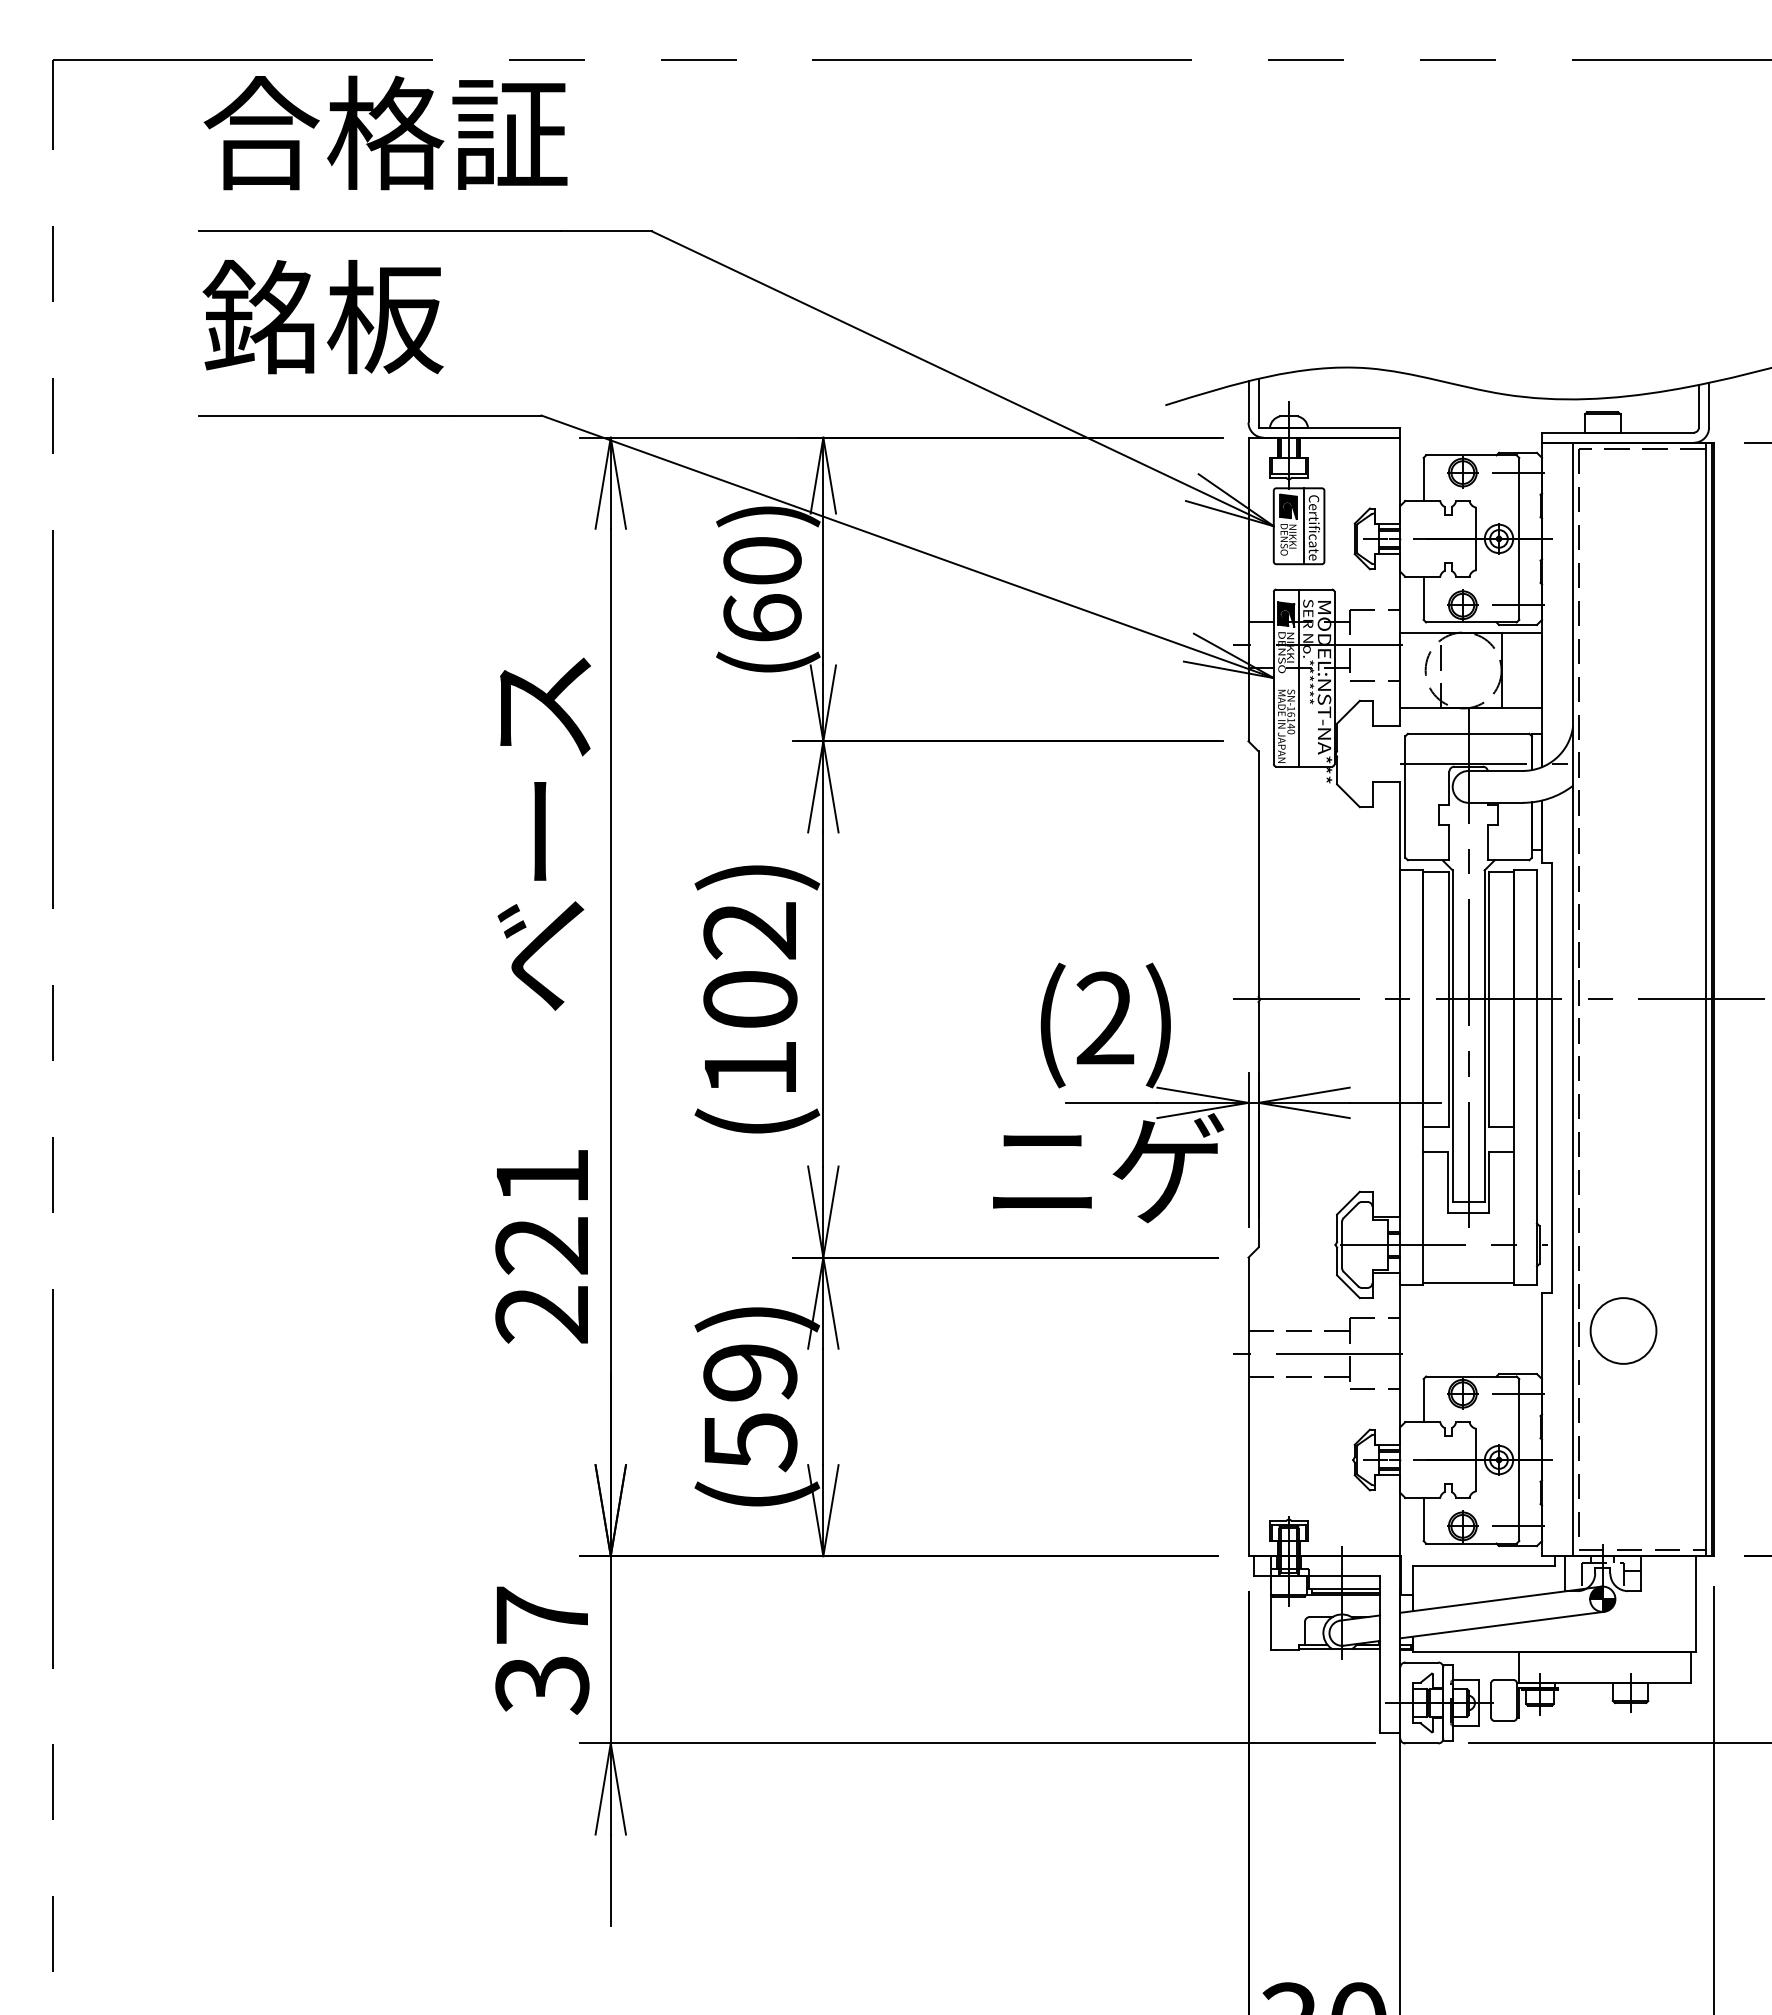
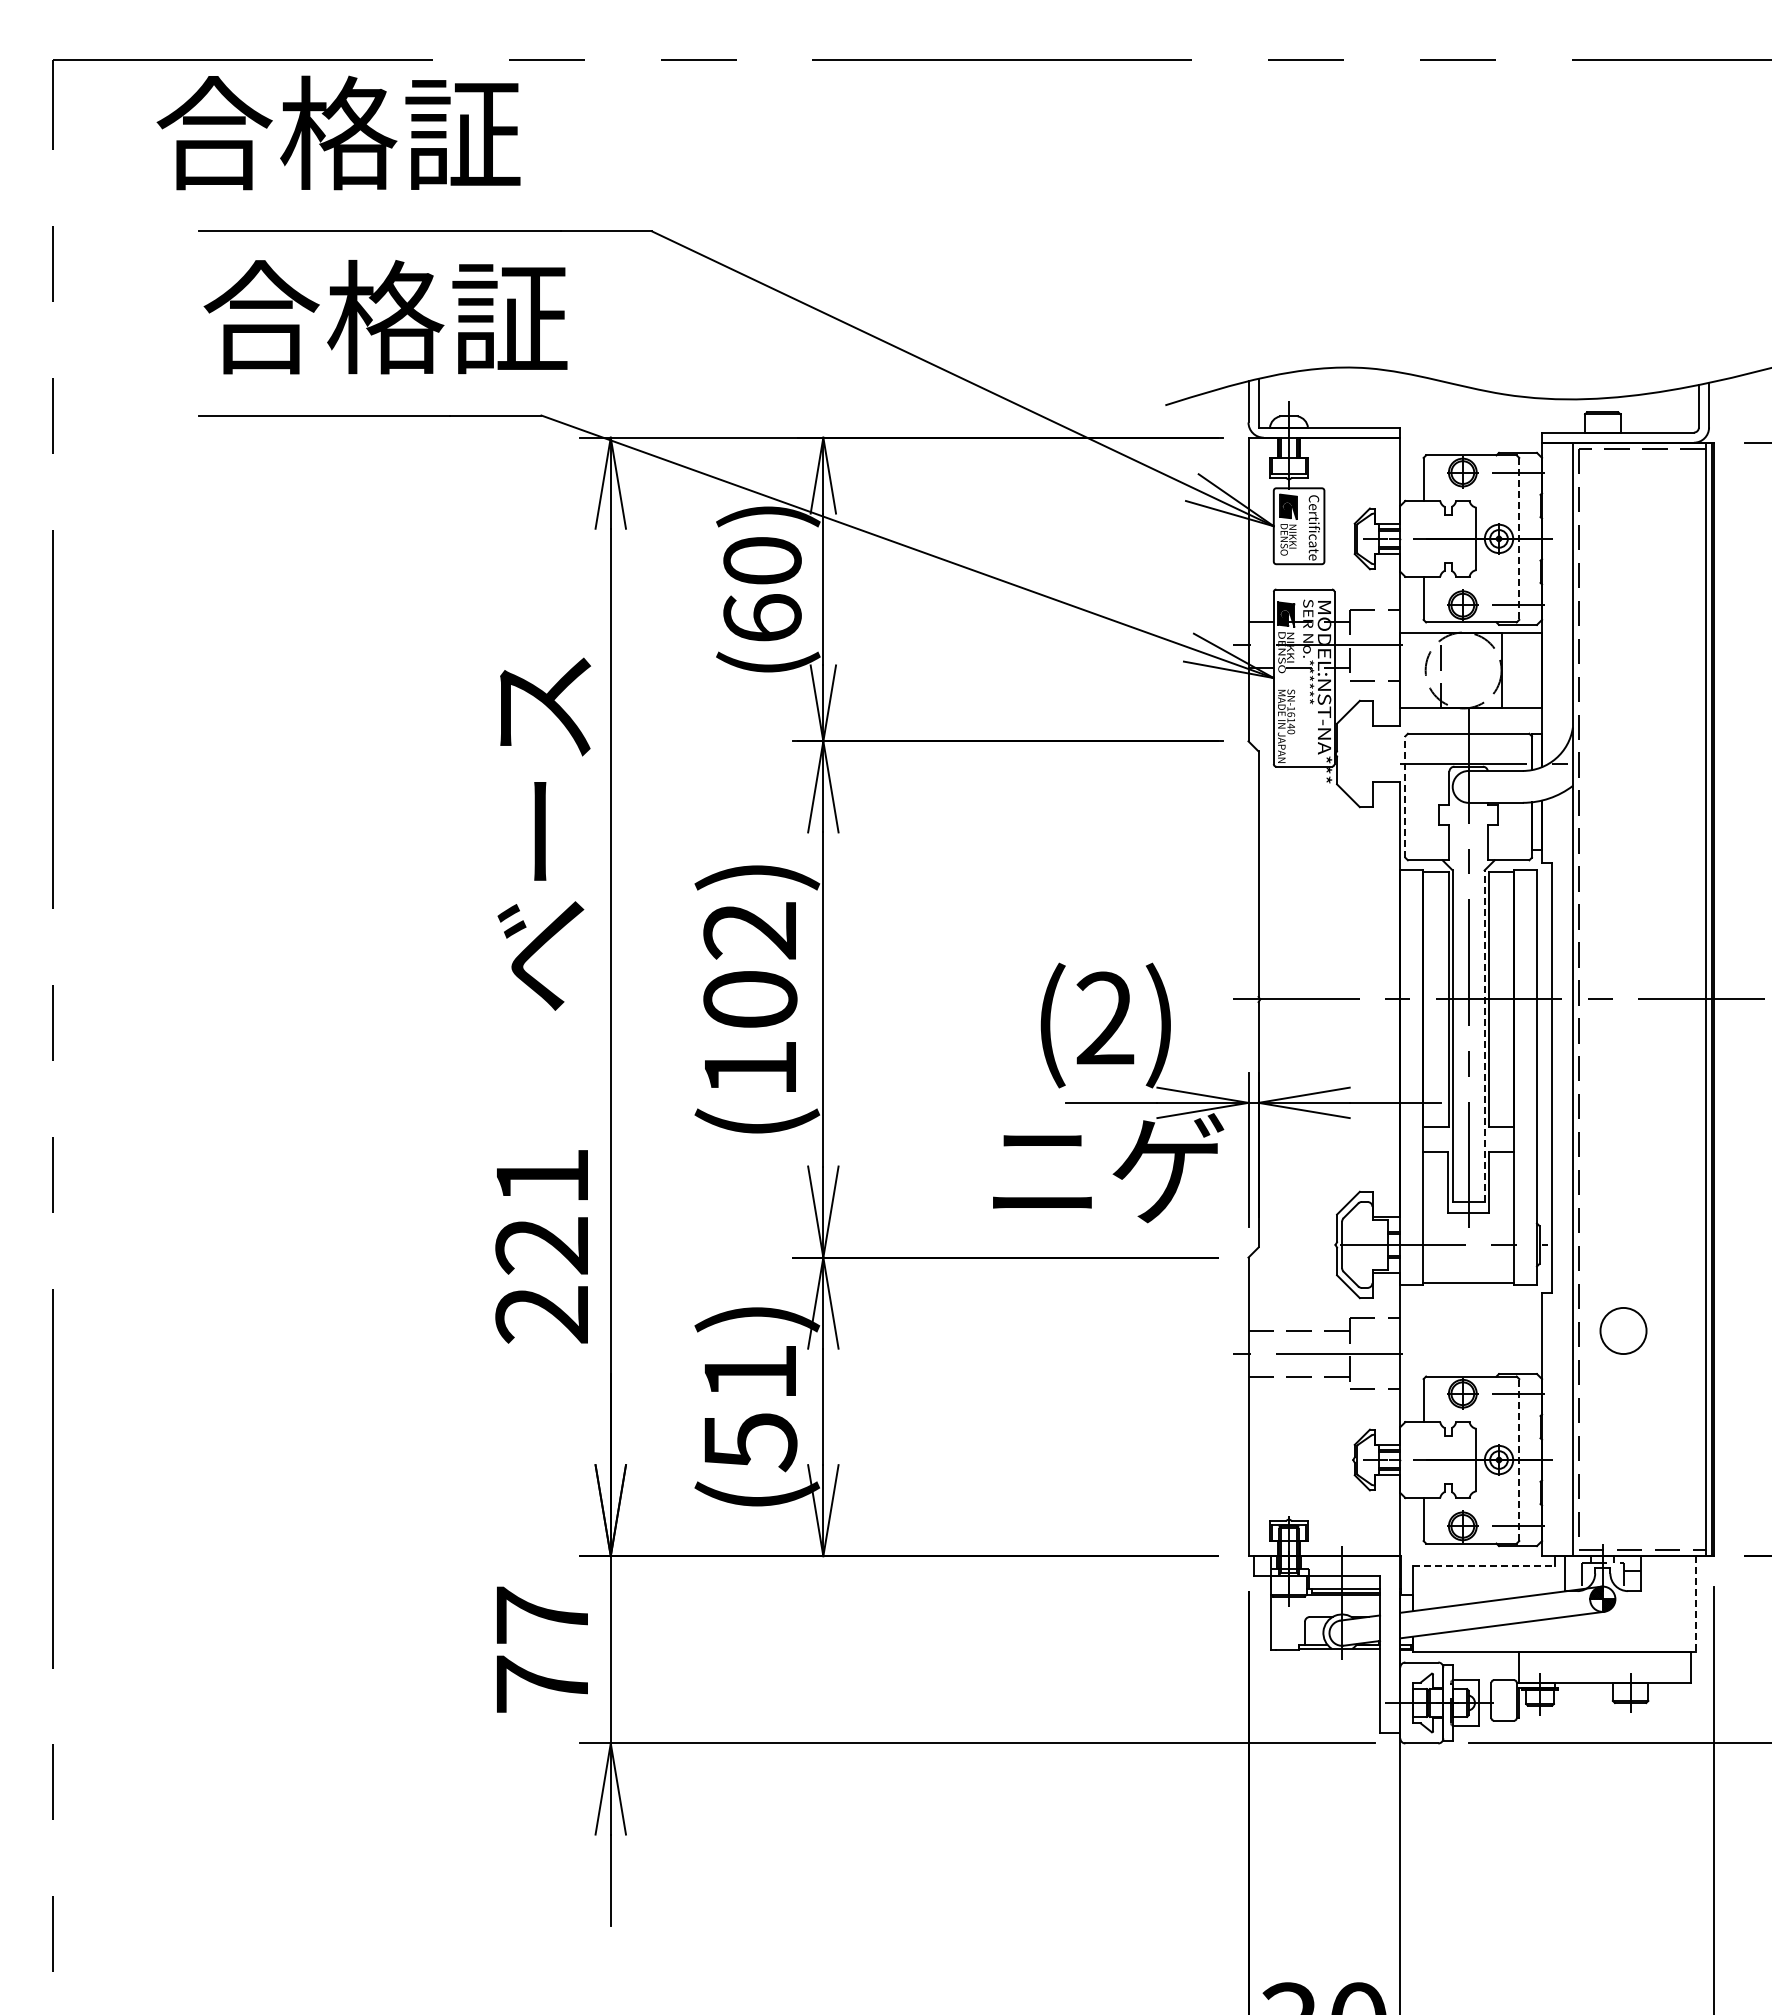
text at (385, 132) position: (385, 132) -> (338, 132)
text at (384, 317): 銘板 -> 合格証
line at (1304, 526): present -> none
line at (1519, 538): solid -> dashed
line at (1299, 677): present -> none
line at (1405, 797): solid -> dashed
line at (1484, 1036): solid -> dashed
circle at (1623, 1330) size: 69x68 px -> 49x48 px
text at (750, 1372): (59) -> (51)
line at (1519, 1460): solid -> dashed
line at (1483, 1566): solid -> dashed
line at (1696, 1604): solid -> dashed
text at (542, 1684): 37 -> 77
